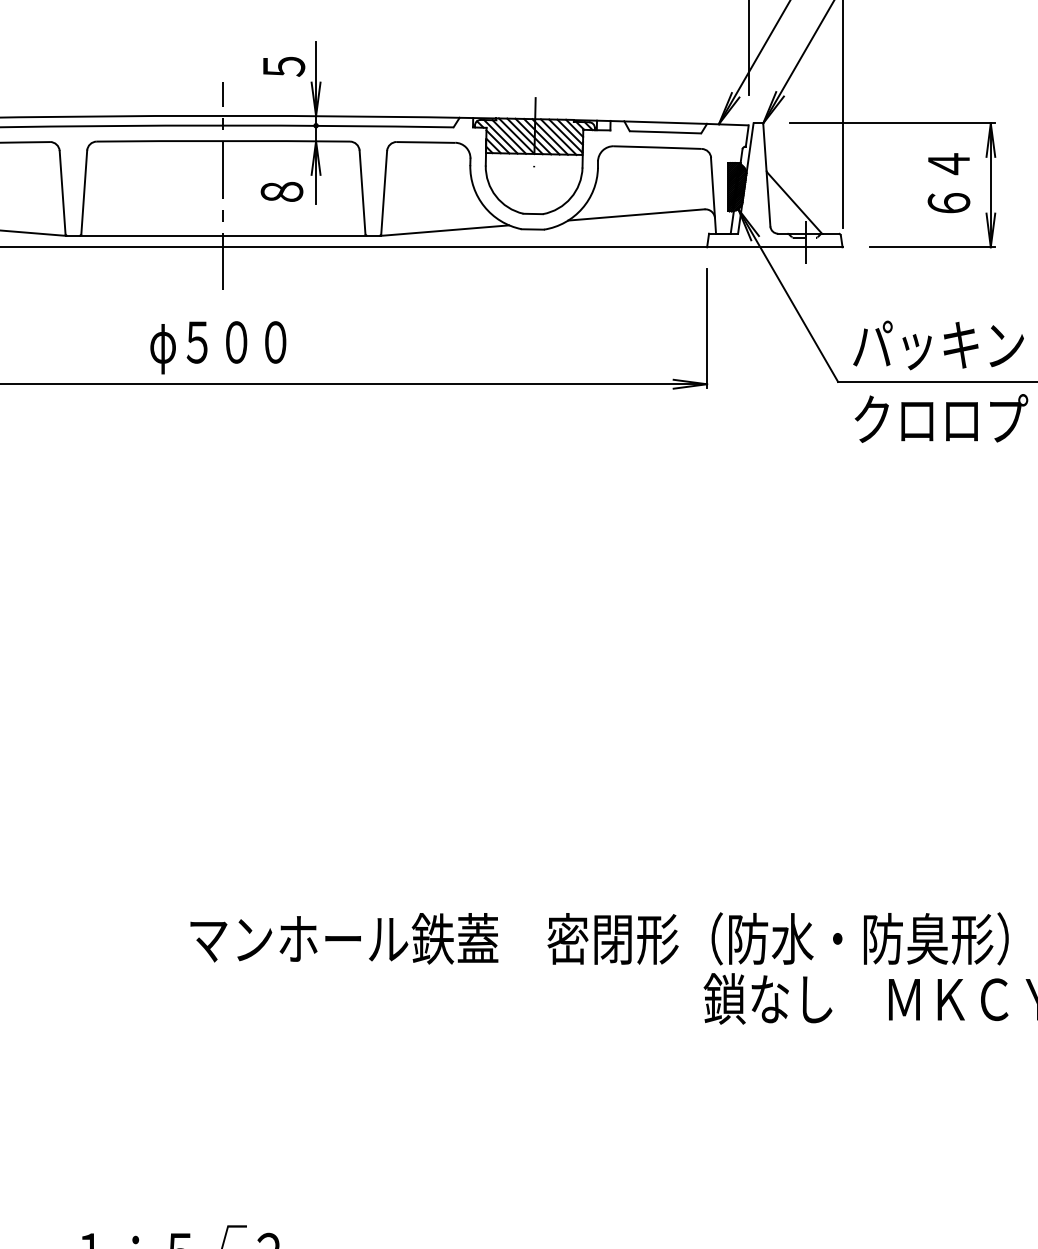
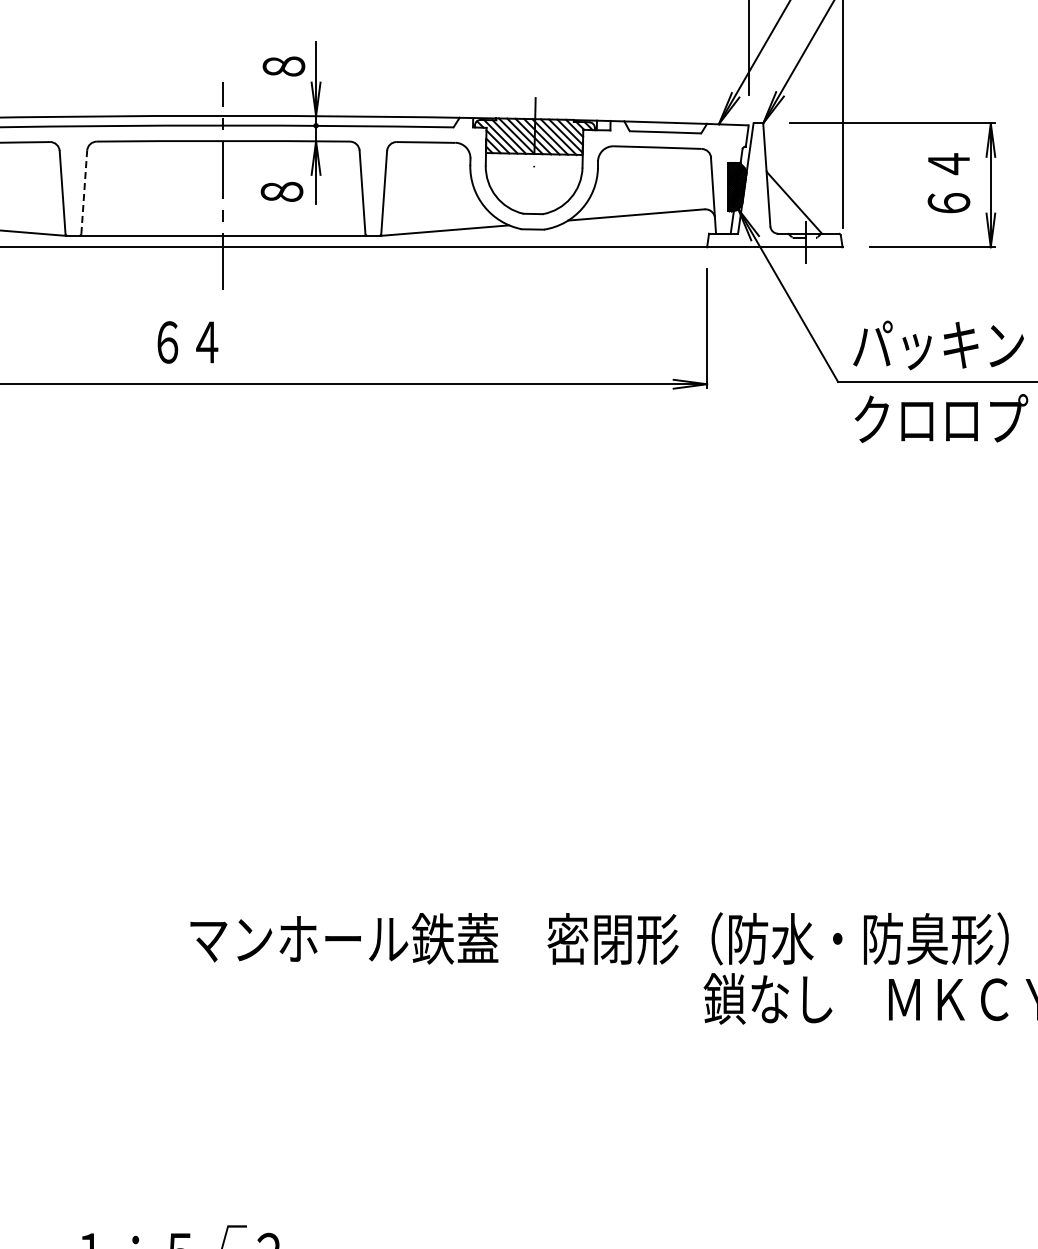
text at (283, 66): ５ -> ８
line at (84, 192): solid -> dashed
text at (218, 347): φ５００ -> ６４
